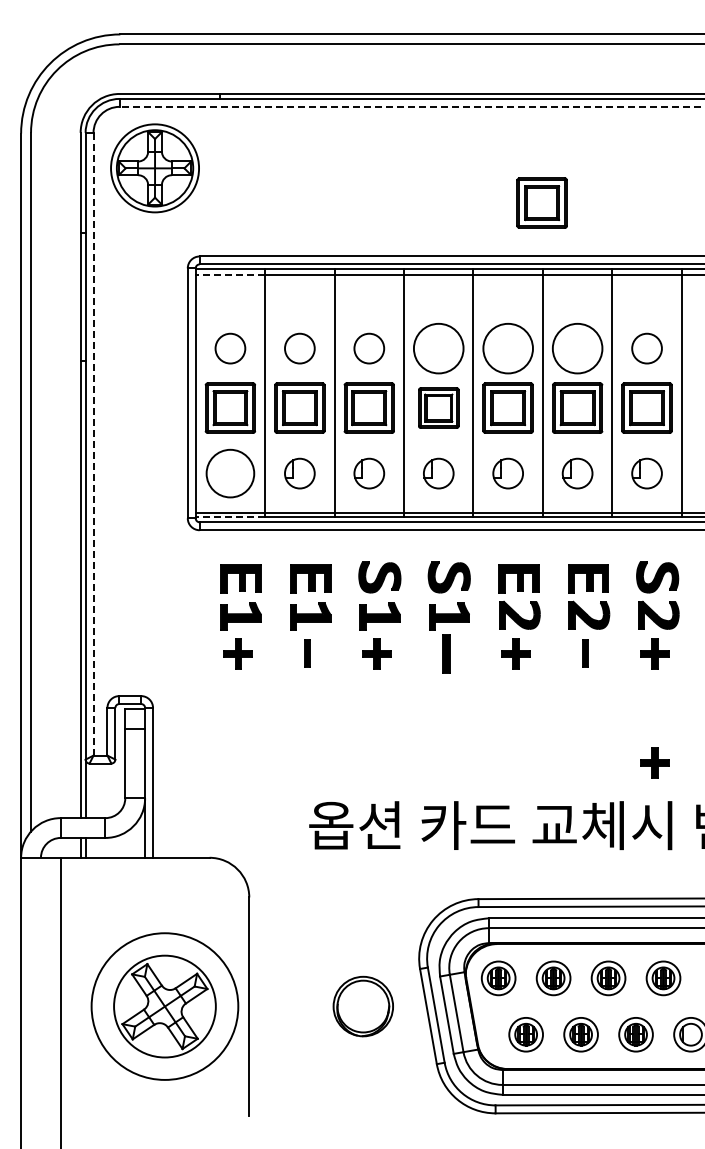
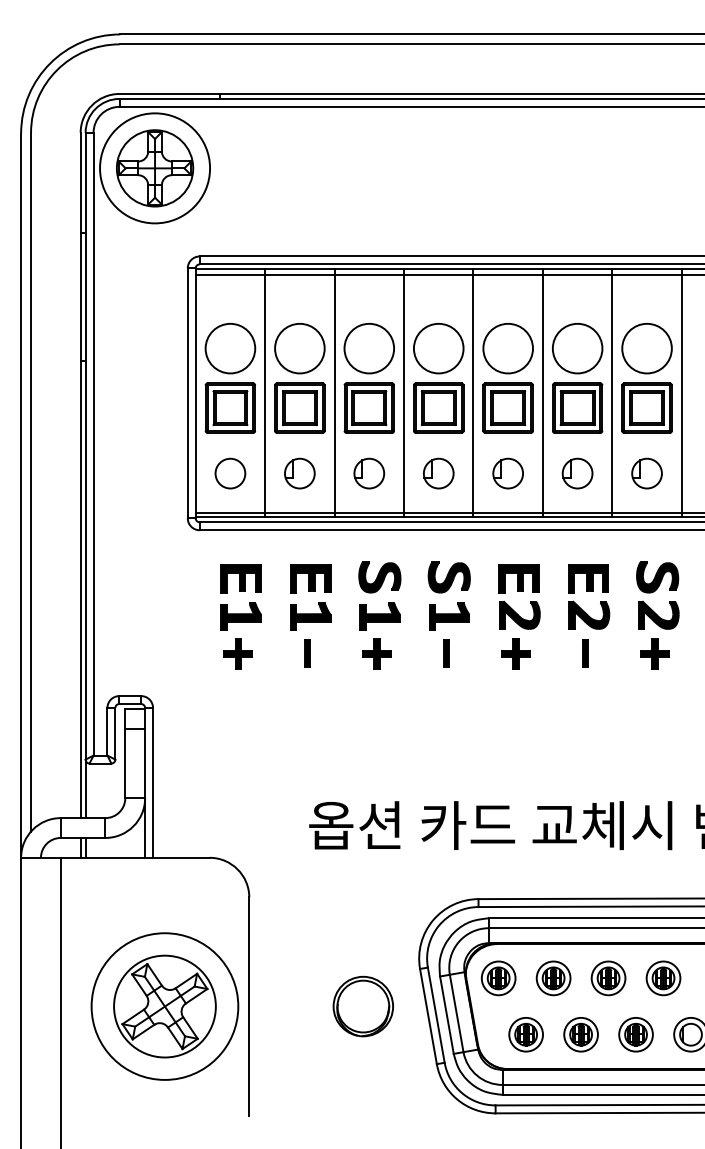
line at (411, 106): dashed -> solid
circle at (155, 168) diameter: 88 px -> 110 px
part at (541, 202): present -> none
line at (230, 275): dashed -> solid
circle at (230, 348) diameter: 30 px -> 50 px
circle at (299, 348) diameter: 30 px -> 50 px
circle at (369, 348) diameter: 30 px -> 50 px
circle at (646, 348) diameter: 30 px -> 50 px
part at (438, 407) size: 42x42 px -> 52x52 px
line at (93, 444): dashed -> solid
circle at (230, 473) diameter: 48 px -> 30 px
line at (230, 517): dashed -> solid
part at (446, 653) size: 9x40 px -> 7x29 px
part at (654, 762): present -> none
